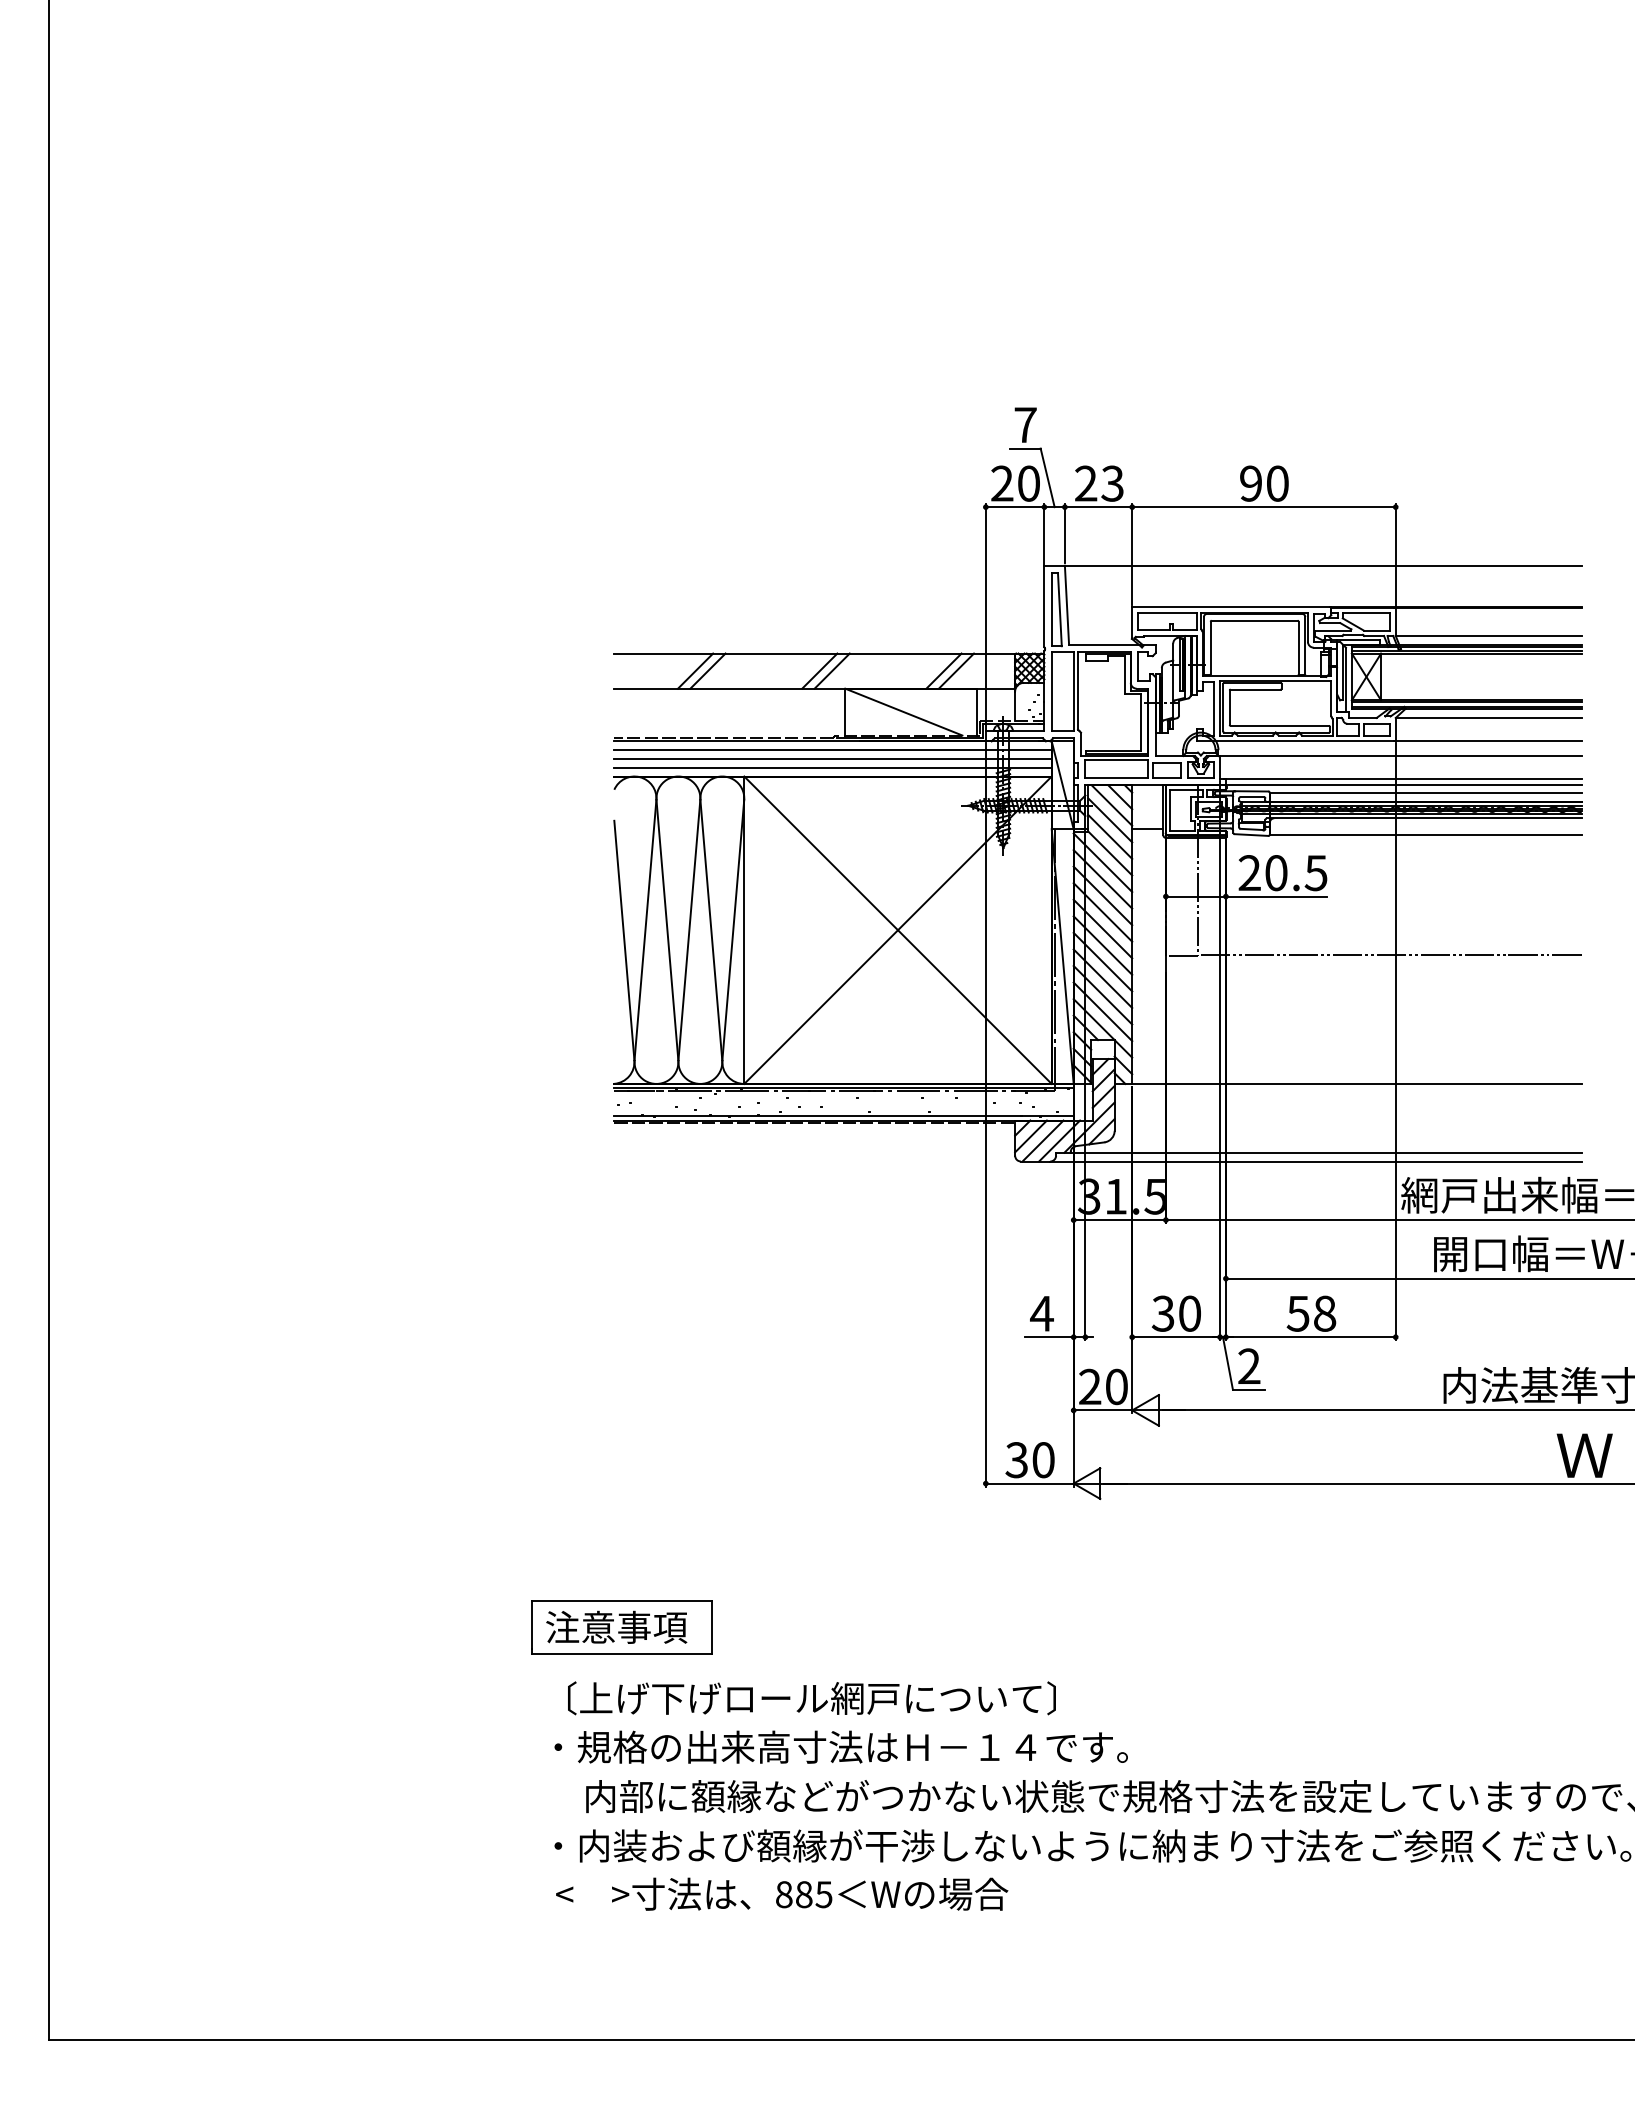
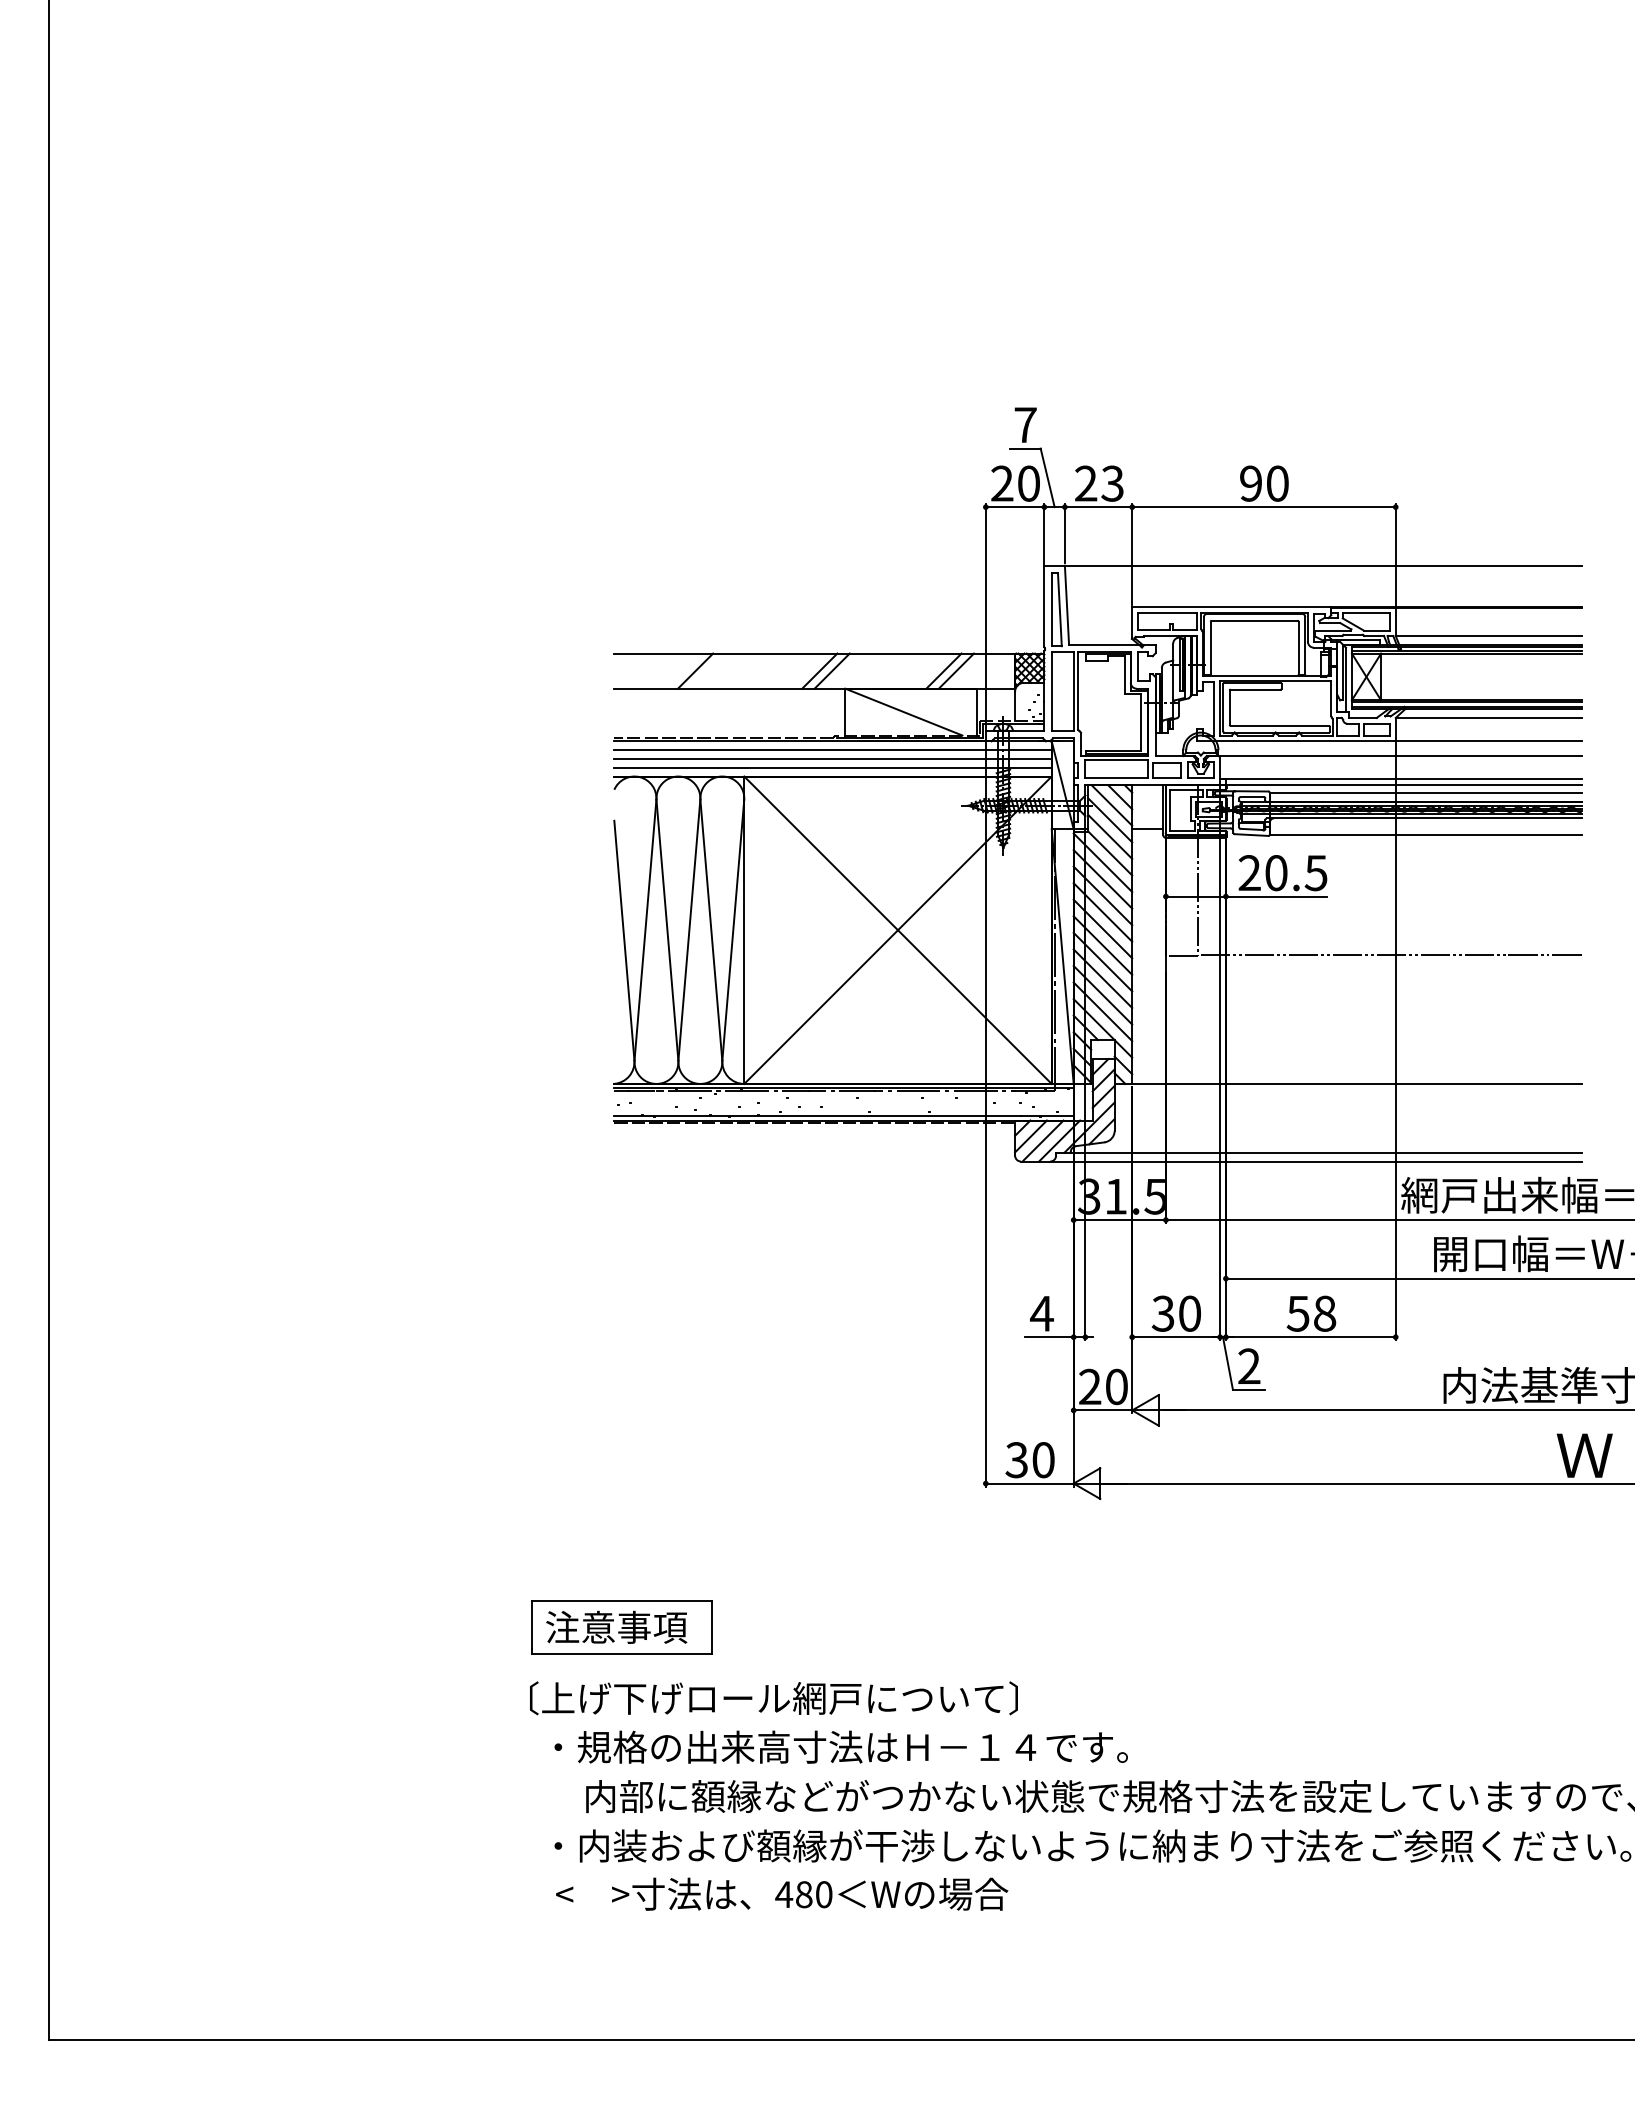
line at (707, 670): present -> none
text at (811, 1698) position: (811, 1698) -> (773, 1698)
text at (803, 1894): 885 -> 480
